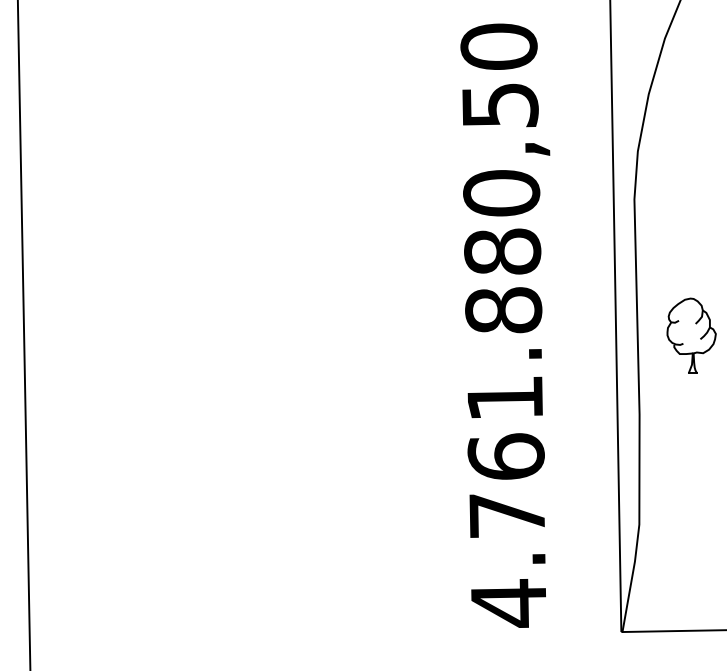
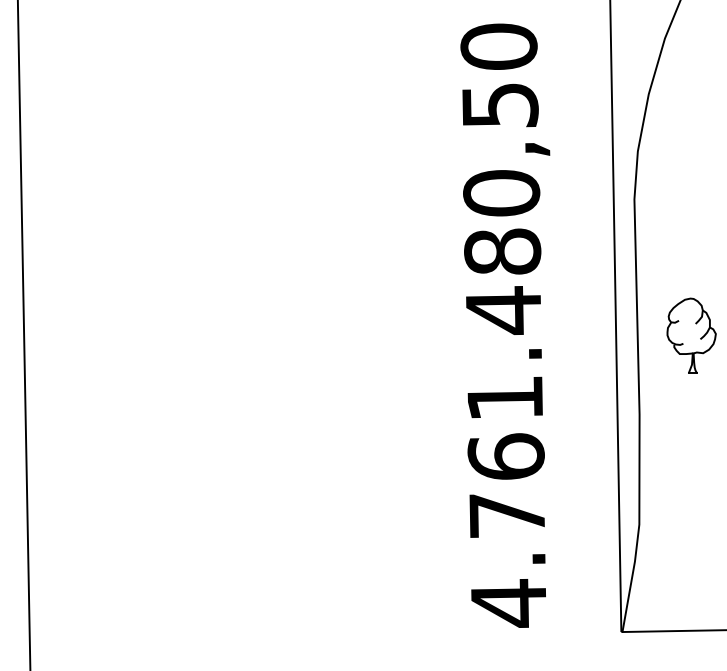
text at (503, 310): 4.761.880,50 -> 4.761.480,50
